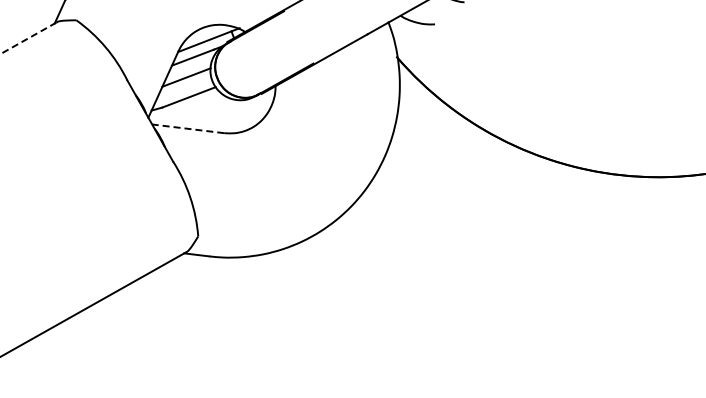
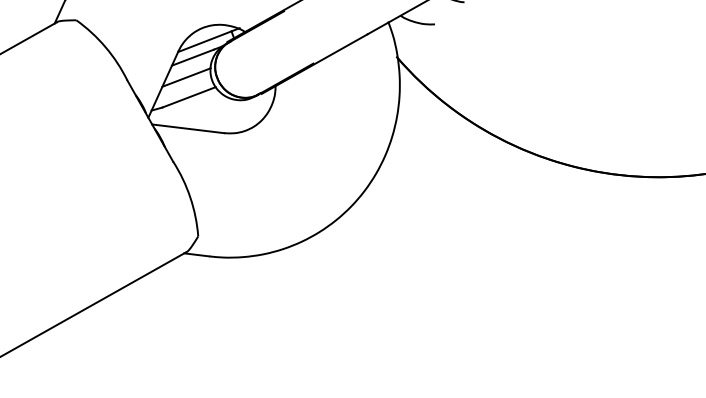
line at (27, 38): dashed -> solid
line at (187, 128): dashed -> solid
